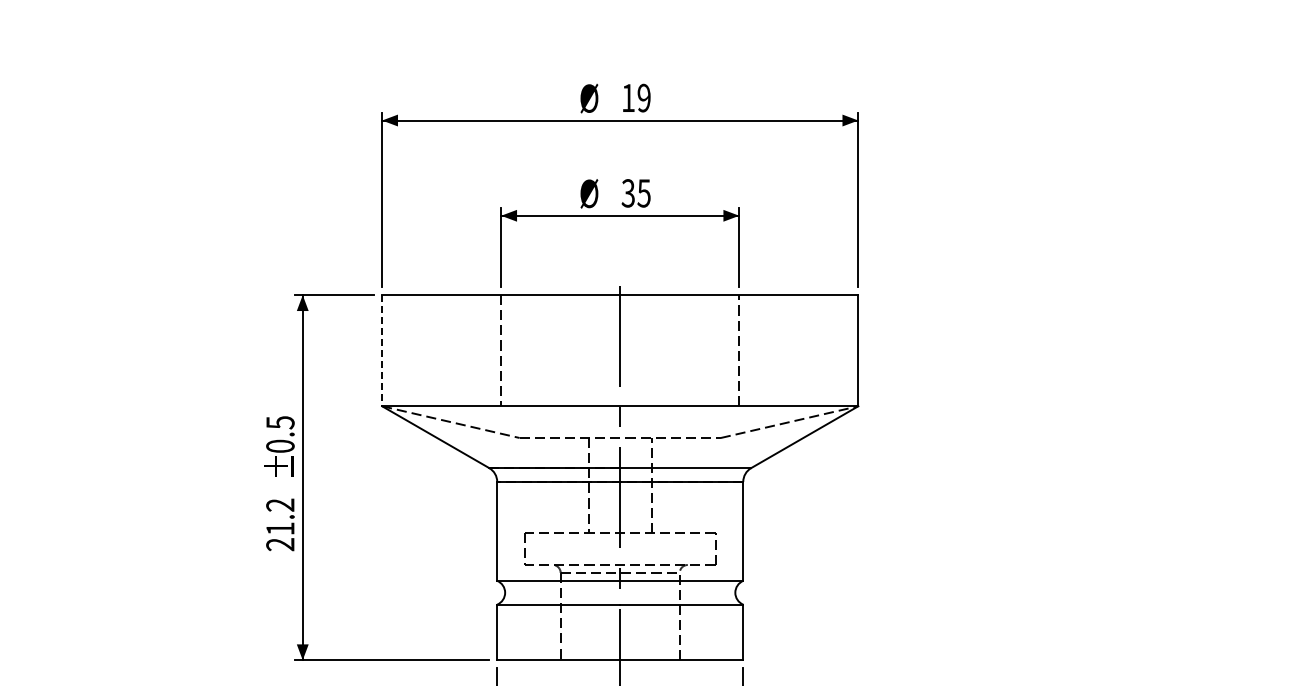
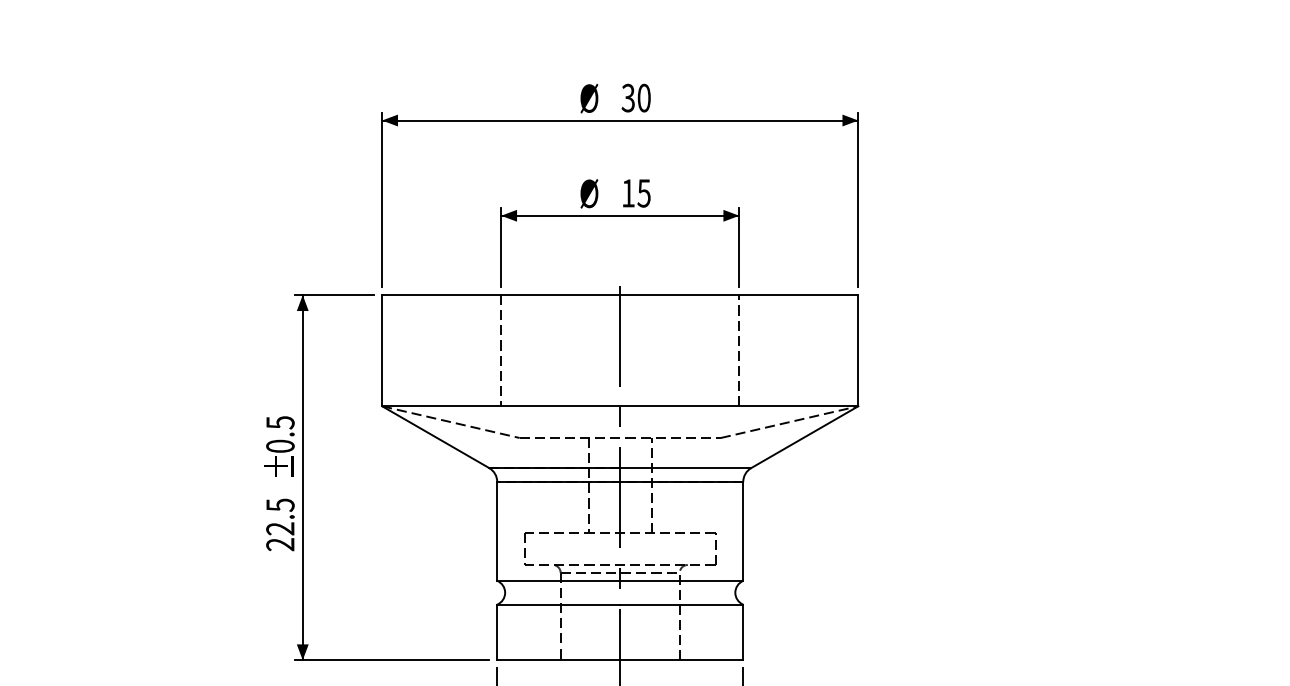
text at (635, 97): 19 -> 30
text at (627, 193): 35 -> 15
line at (382, 350): dashed -> solid
text at (280, 516): 21.2 -> 22.5
